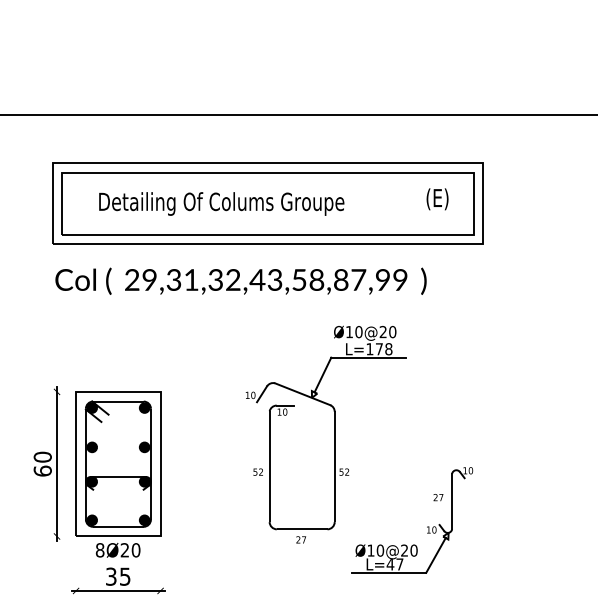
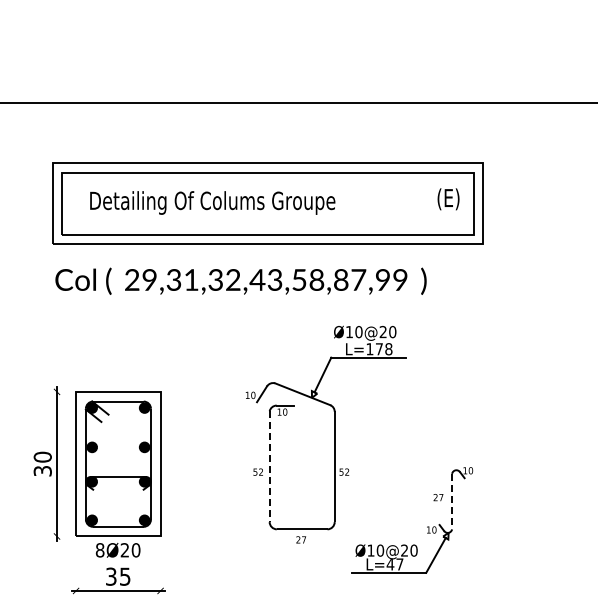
line at (298, 114) position: (298, 114) -> (298, 102)
text at (437, 199) position: (437, 199) -> (448, 199)
text at (221, 203) position: (221, 203) -> (212, 202)
line at (269, 467): solid -> dashed
text at (42, 470): 60 -> 30
line at (452, 501): solid -> dashed
